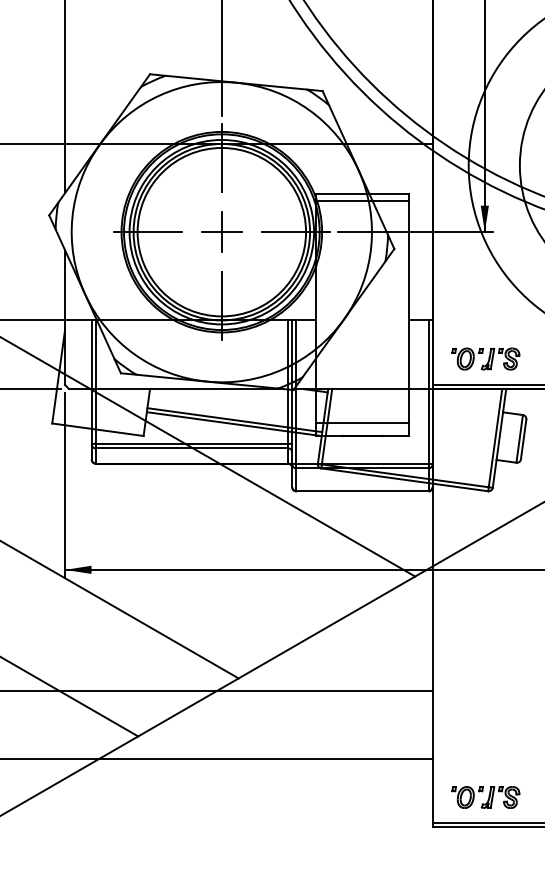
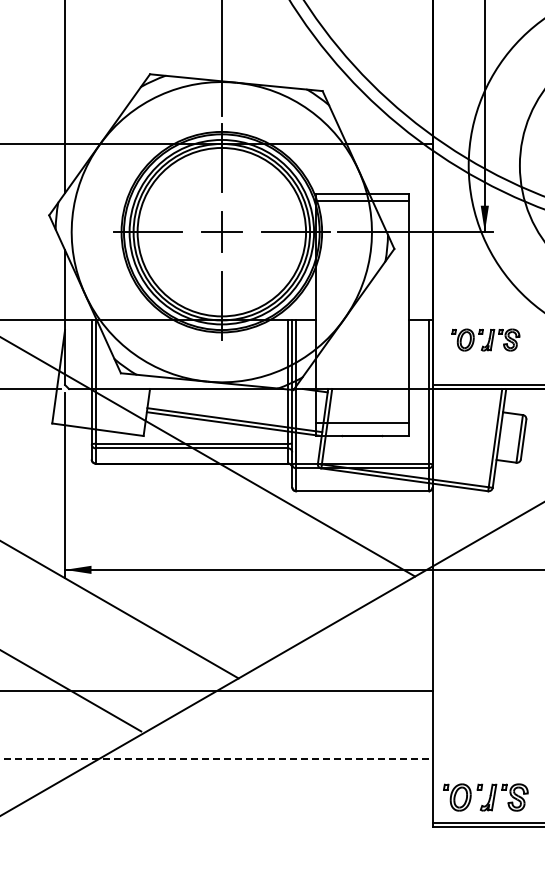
part at (485, 358) position: (485, 358) -> (485, 339)
line at (70, 696) position: (70, 696) -> (71, 691)
line at (216, 758): solid -> dashed
part at (485, 797) size: 70x23 px -> 86x29 px
